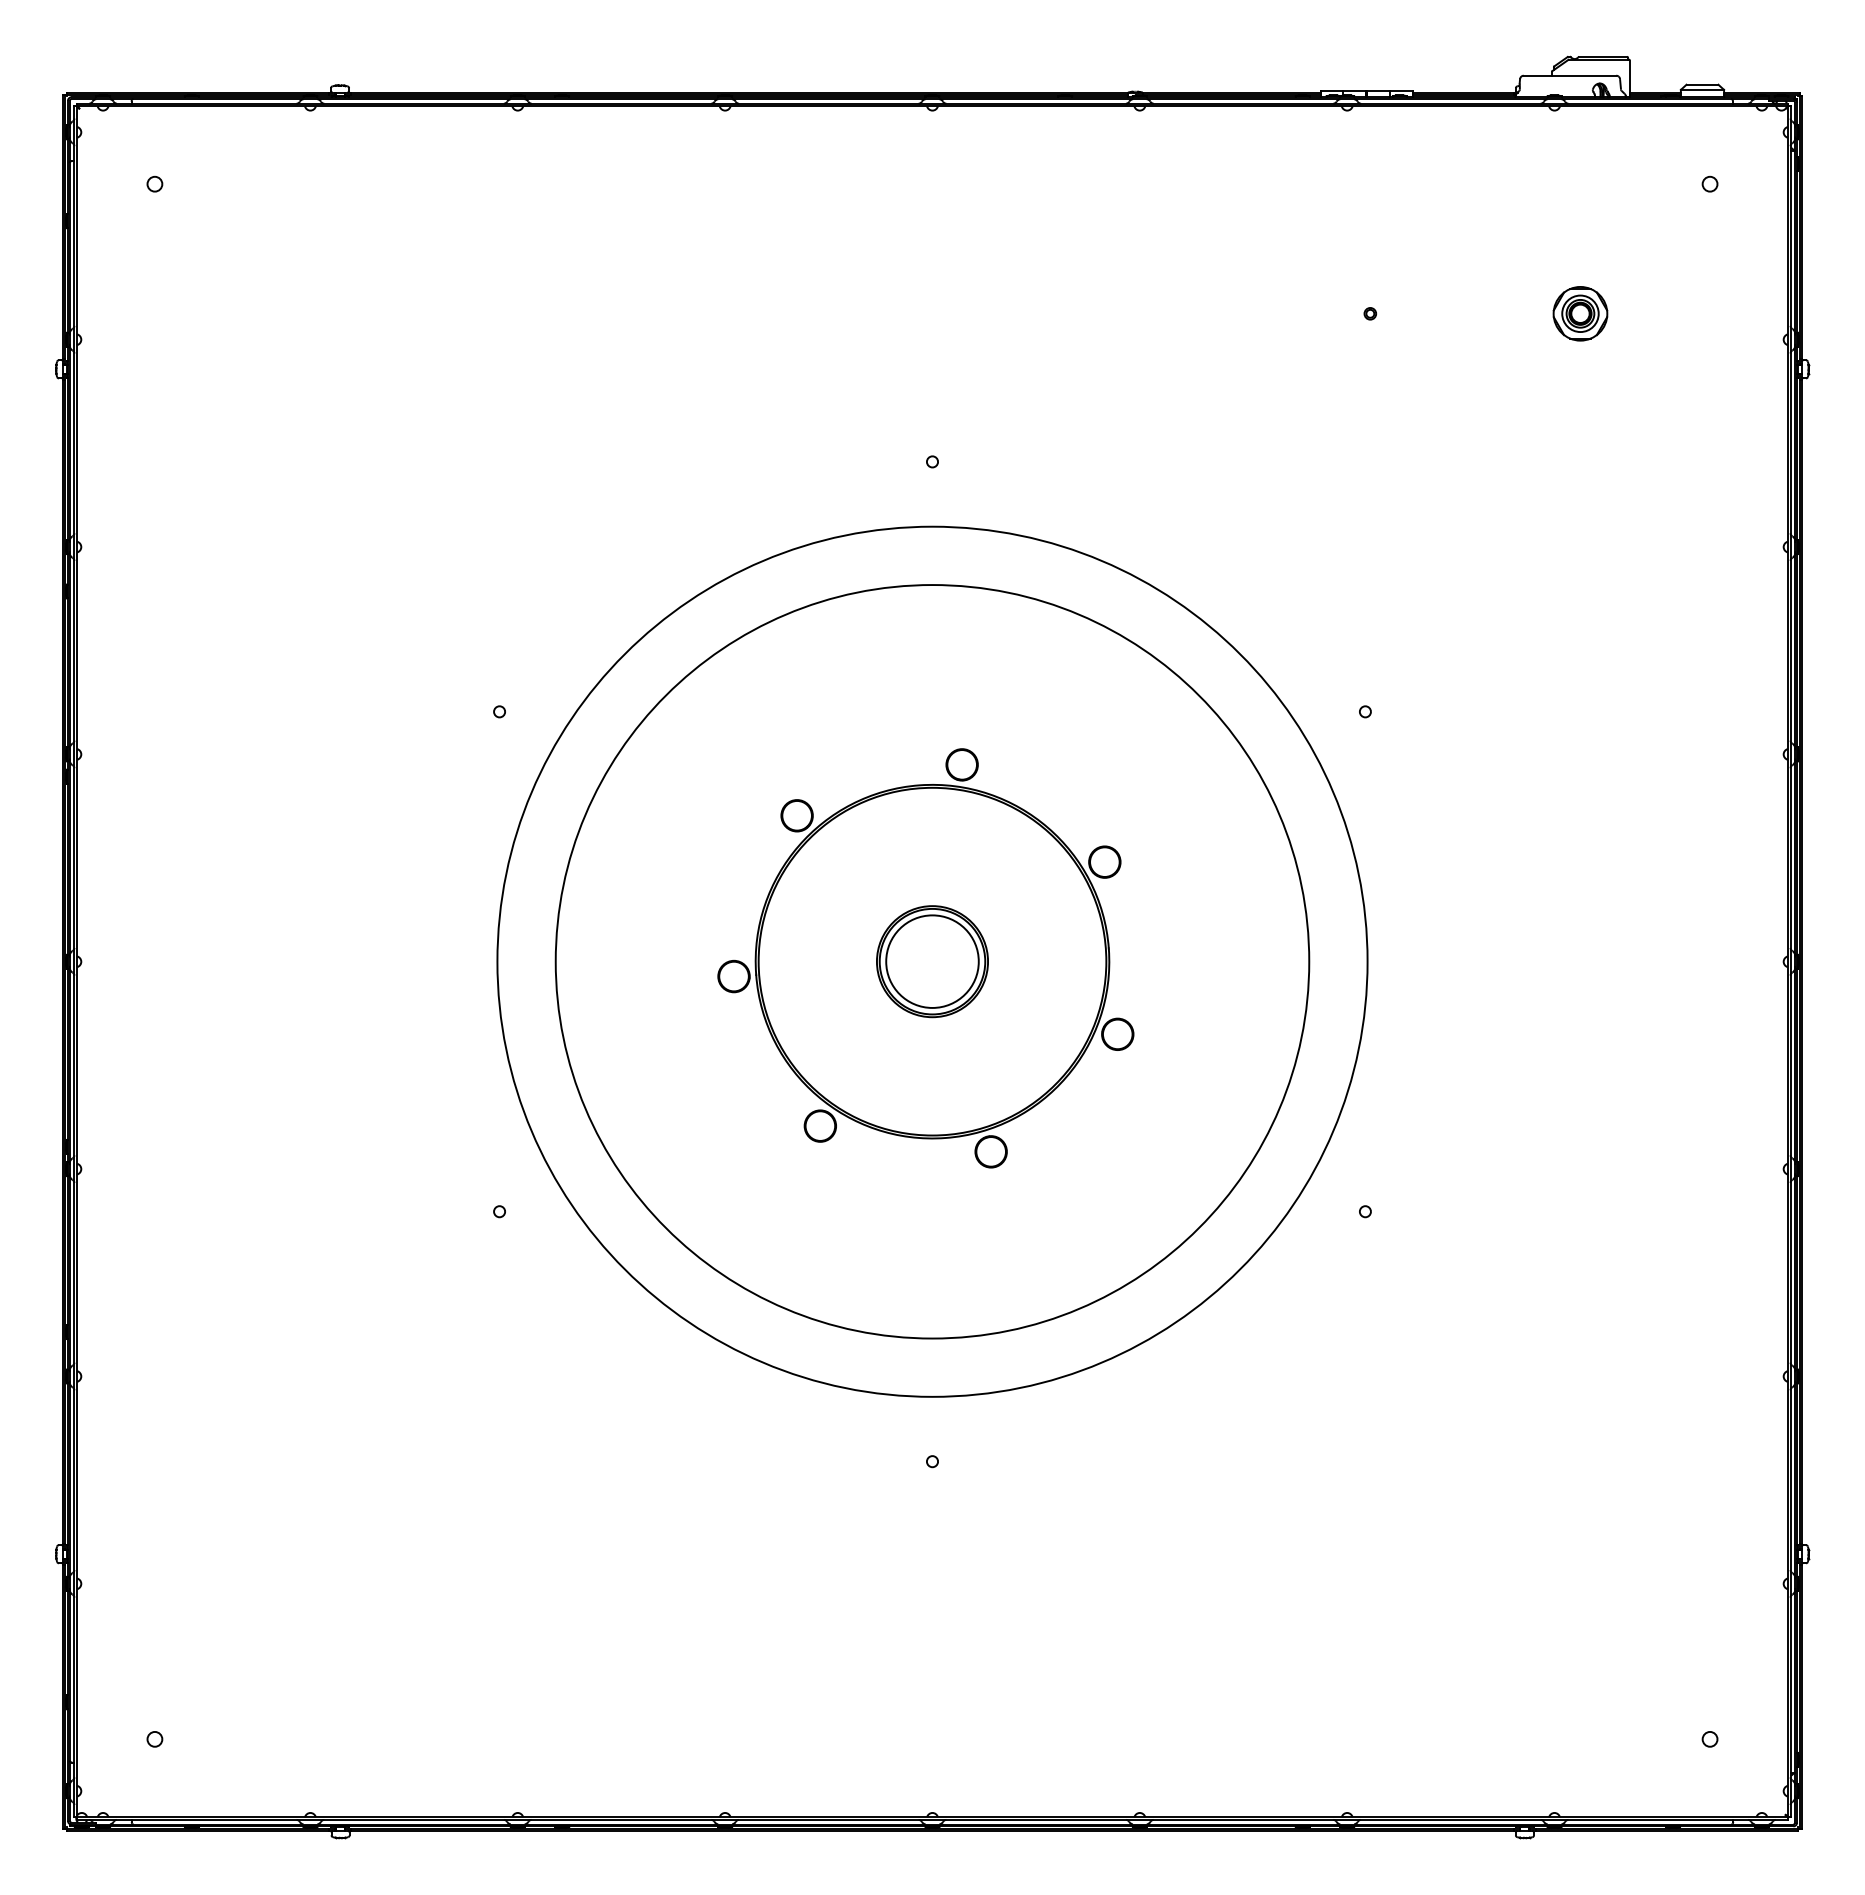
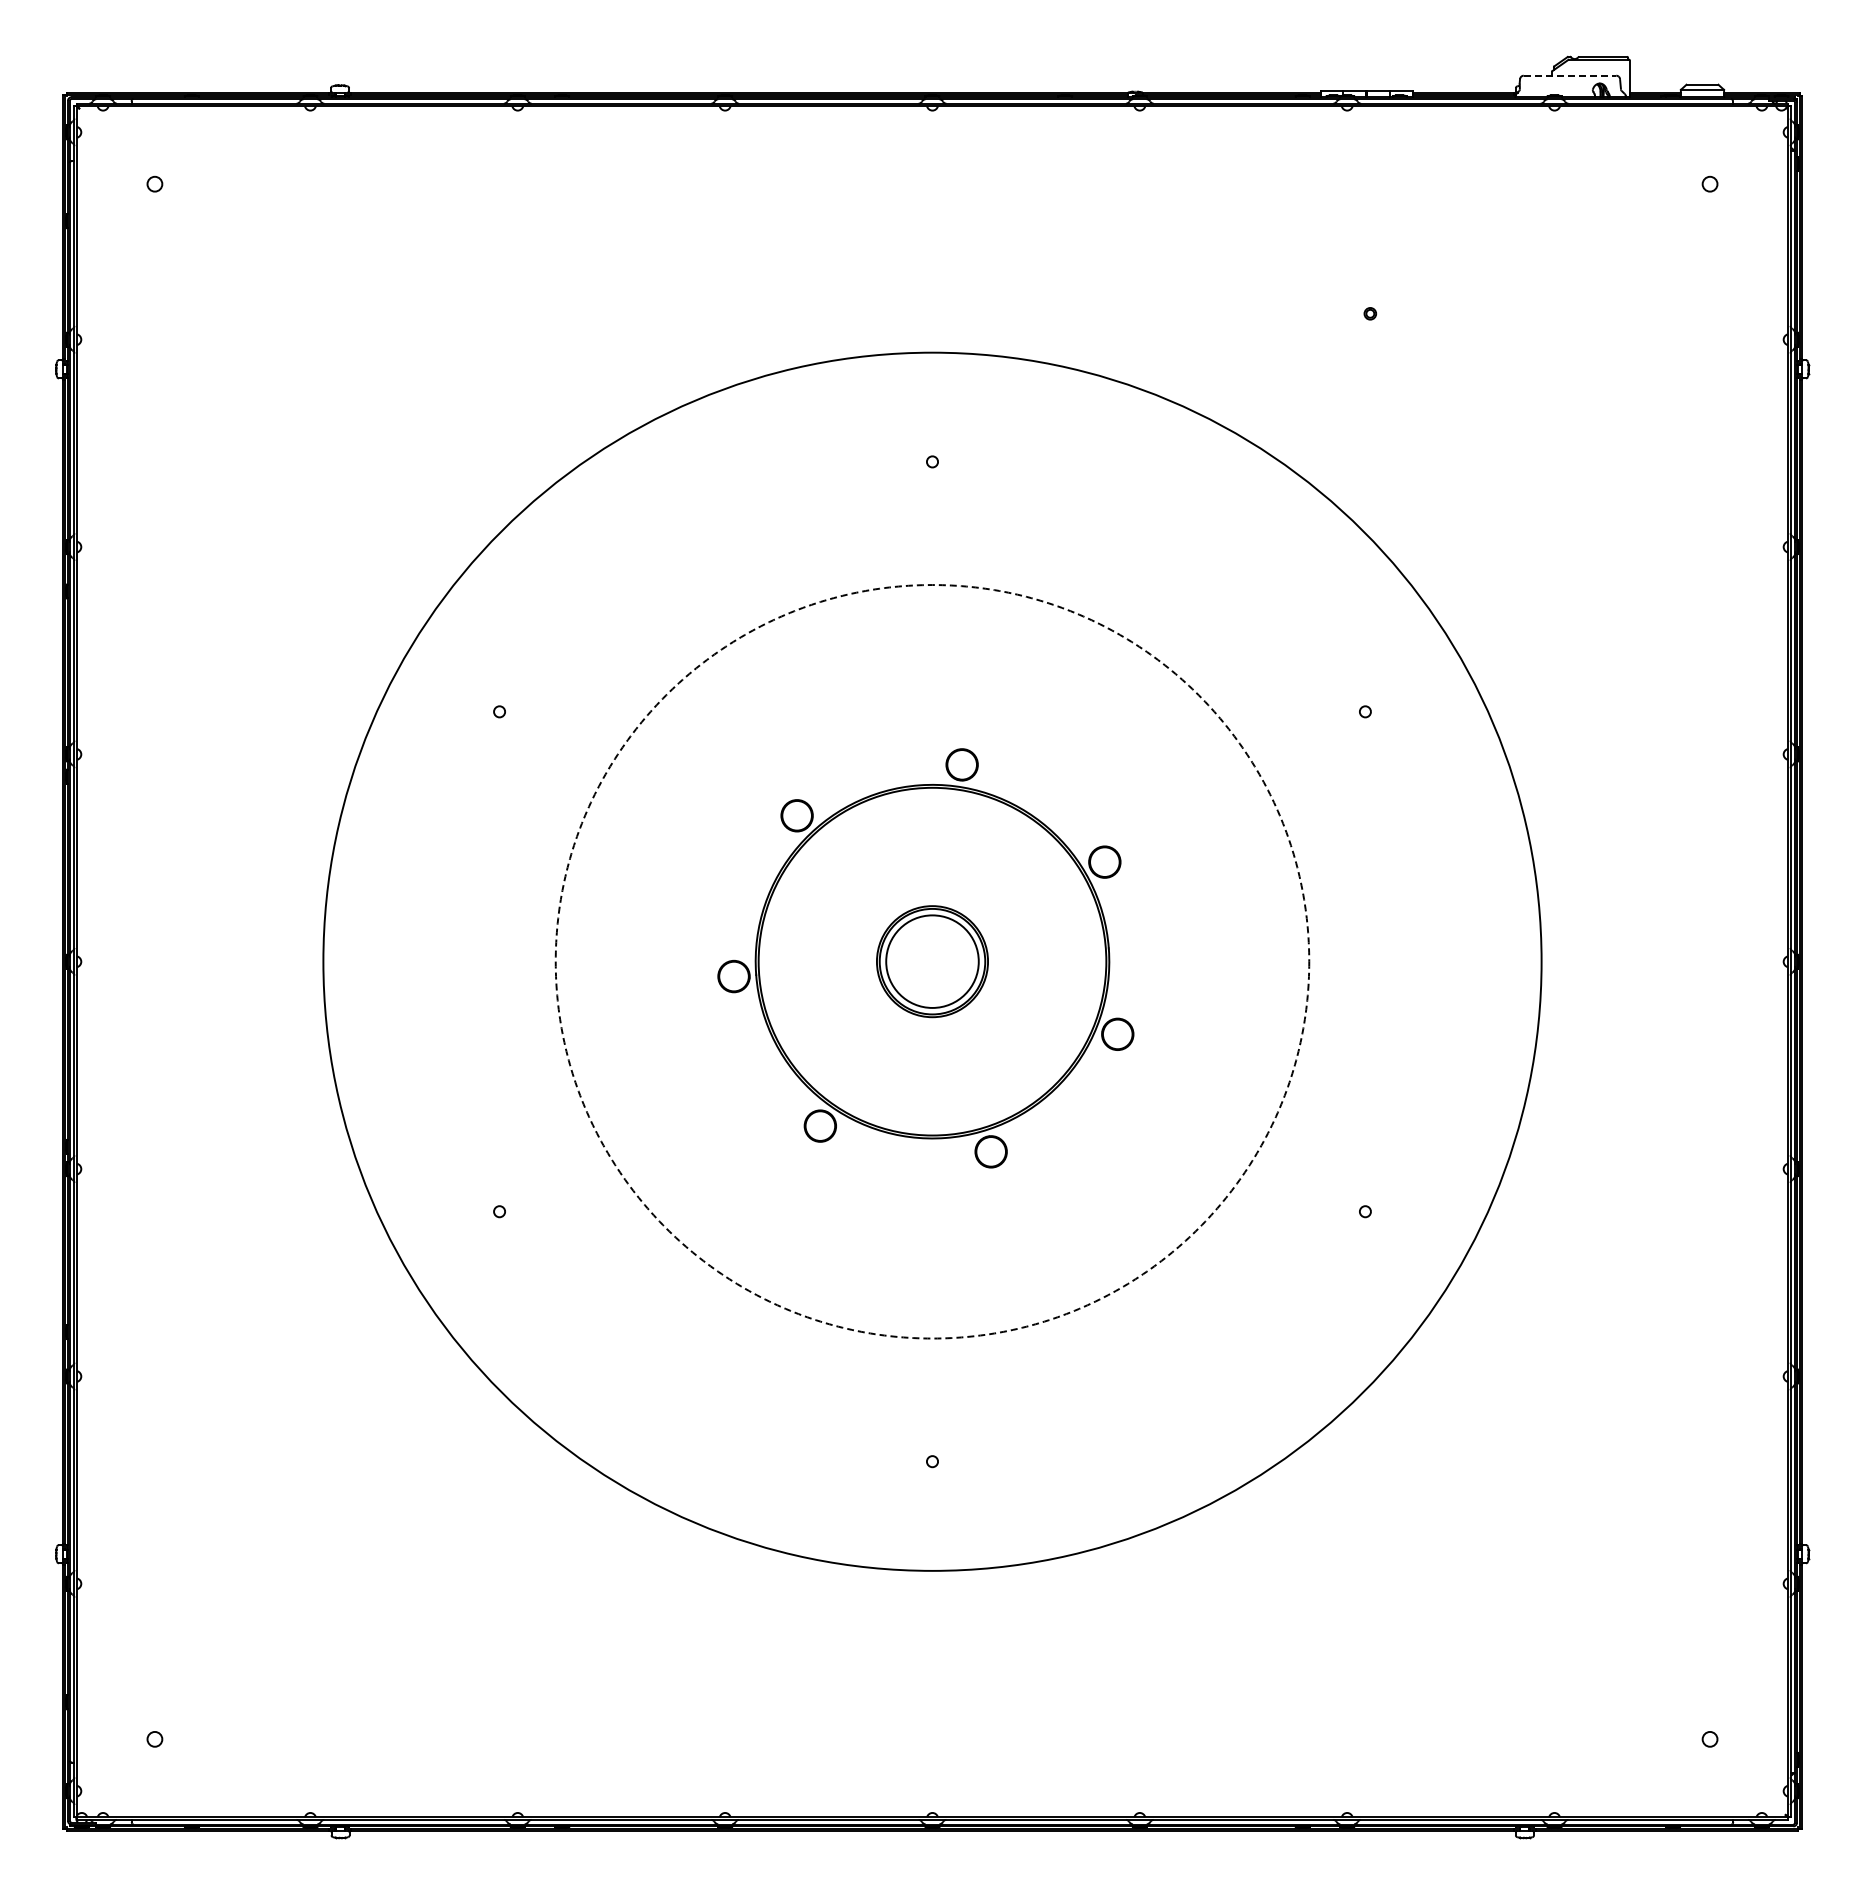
line at (1570, 75): solid -> dashed
part at (1580, 313): present -> none
circle at (932, 961) diameter: 870 px -> 1218 px
circle at (932, 961): solid -> dashed
